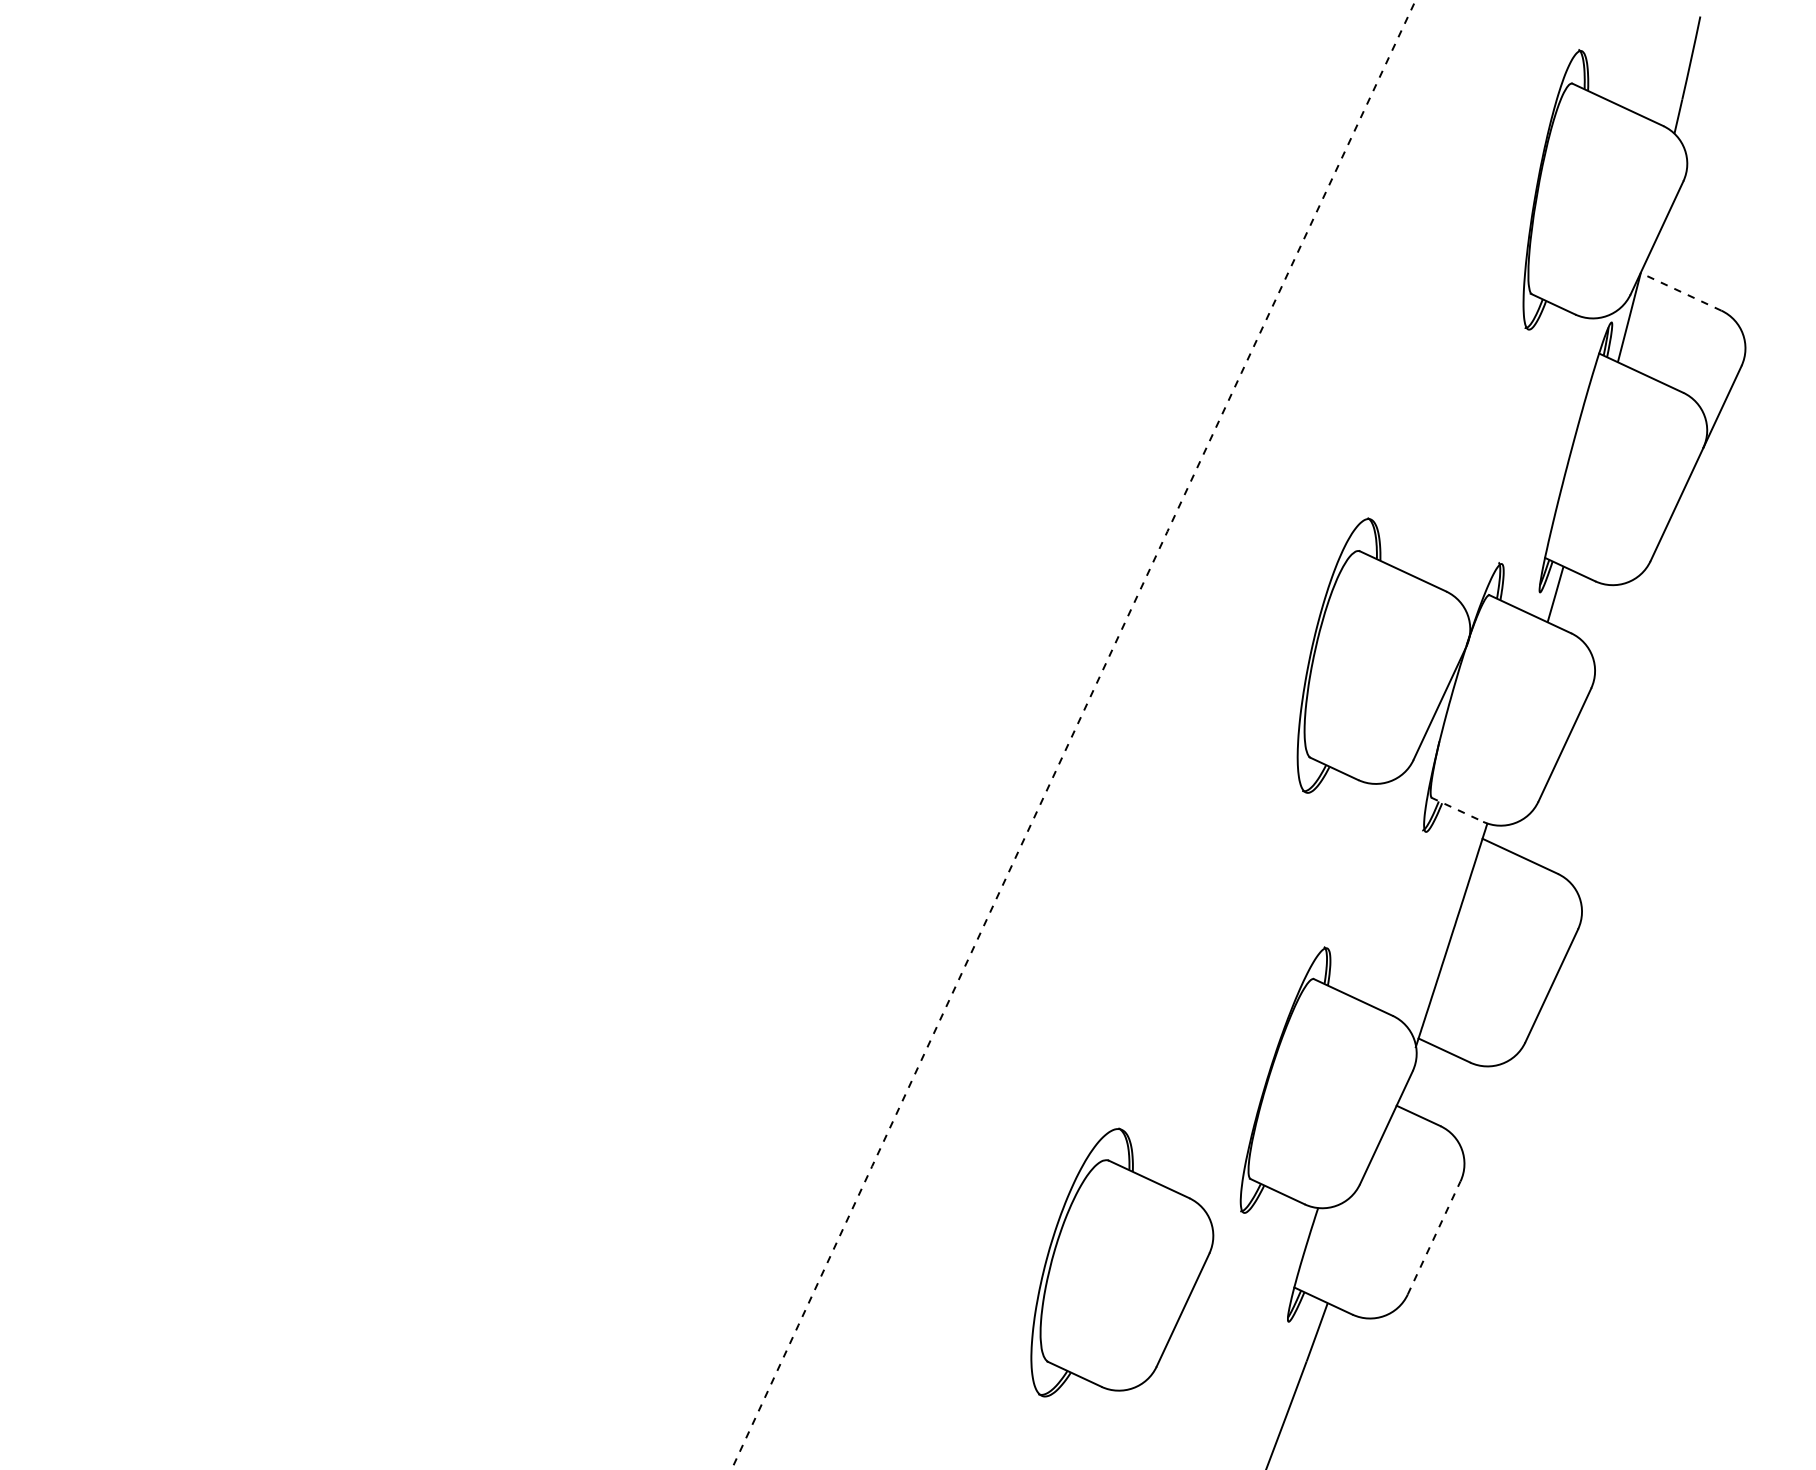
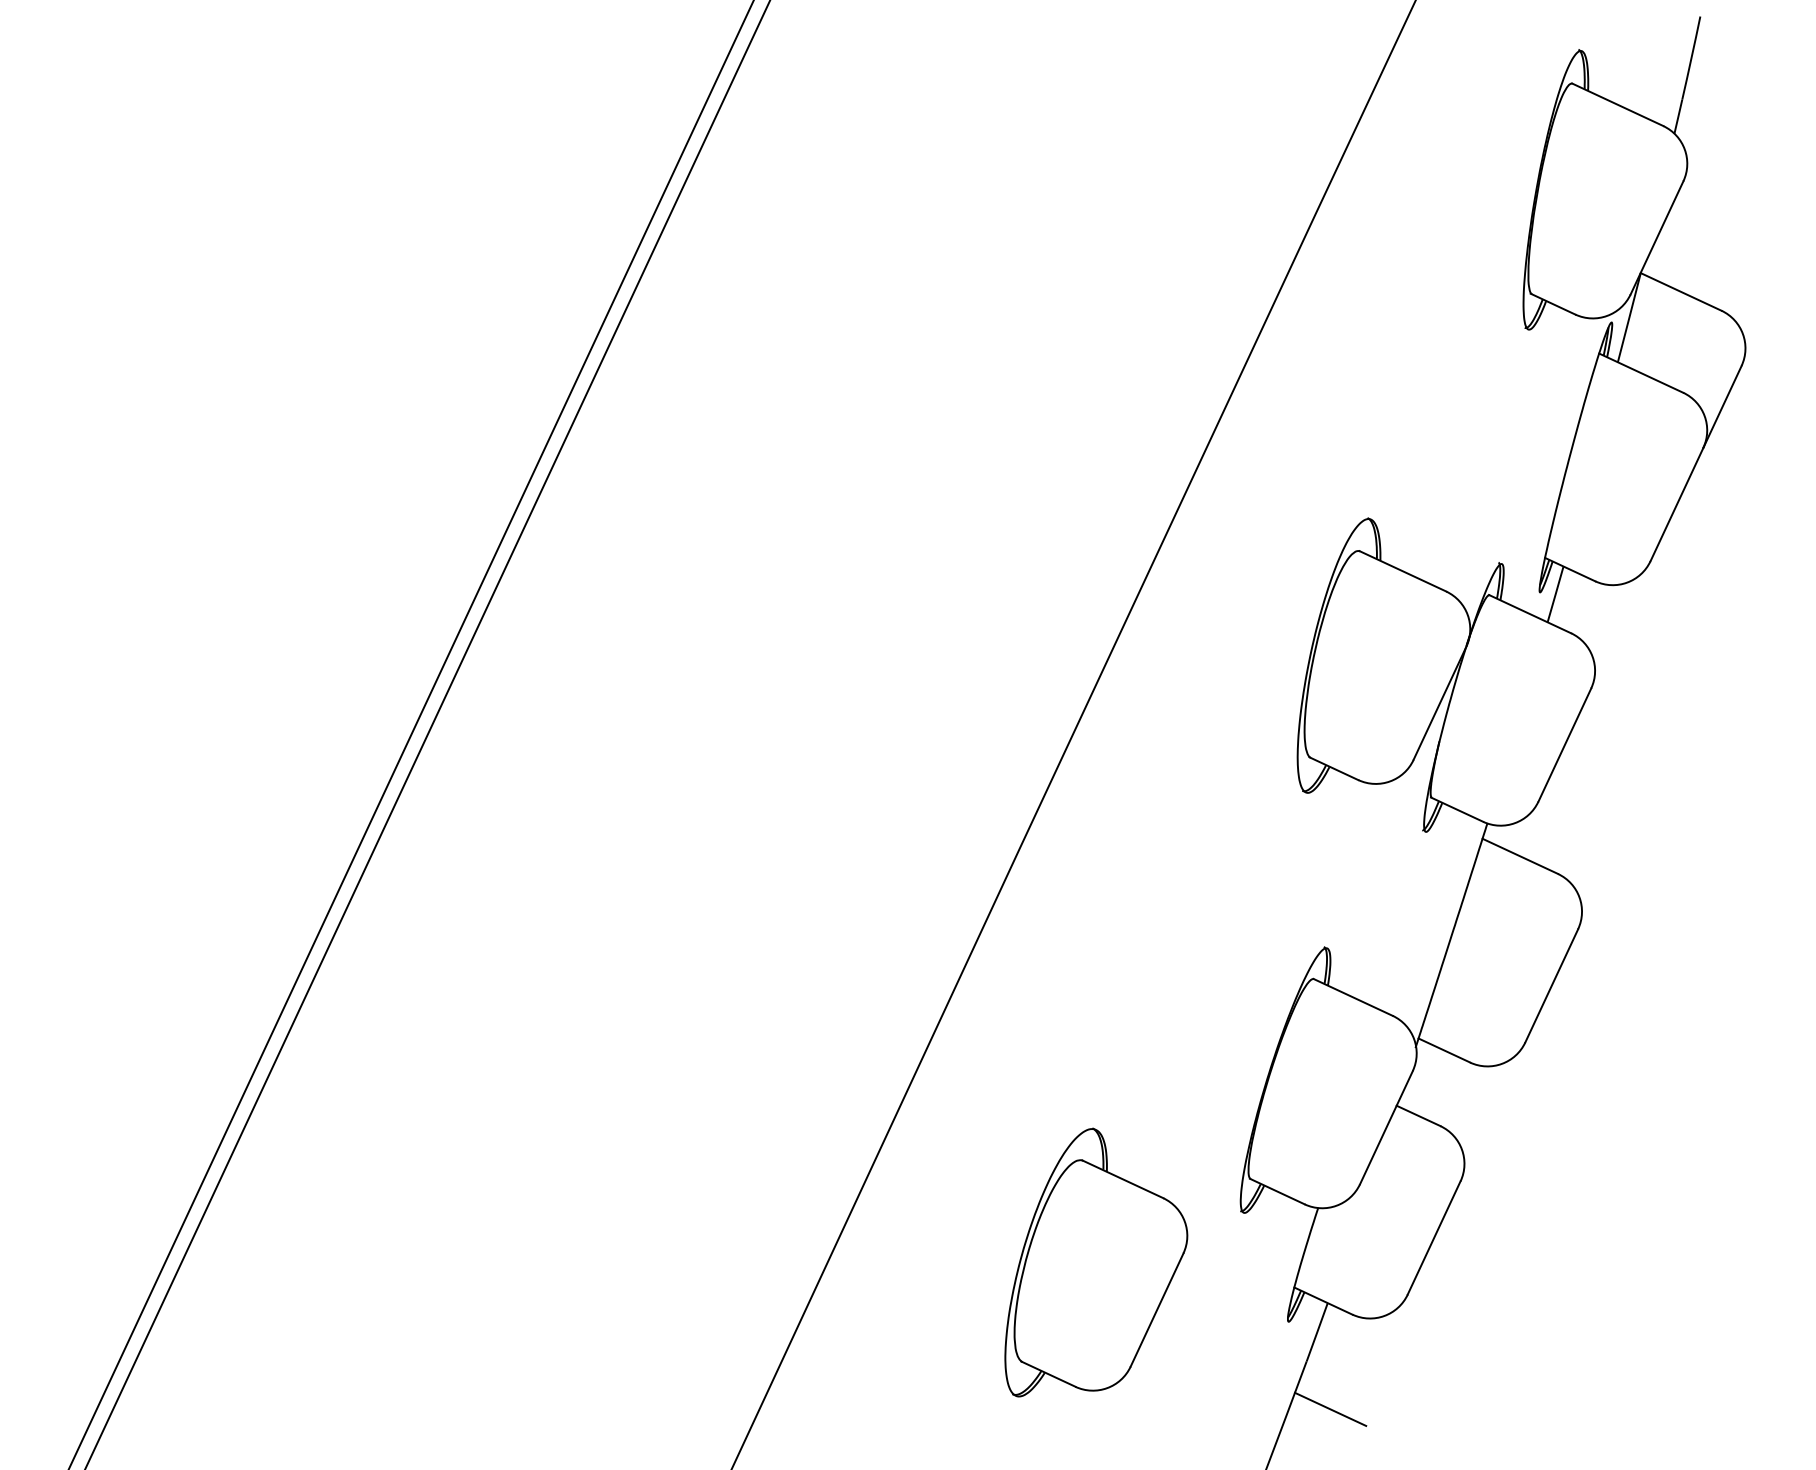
line at (1681, 291): dashed -> solid
line at (411, 734): none -> present
line at (427, 734): none -> present
arc at (1072, 735): dashed -> solid
line at (1457, 809): dashed -> solid
line at (1434, 1237): dashed -> solid
part at (1122, 1262) position: (1122, 1262) -> (1096, 1262)
line at (1330, 1408): none -> present
